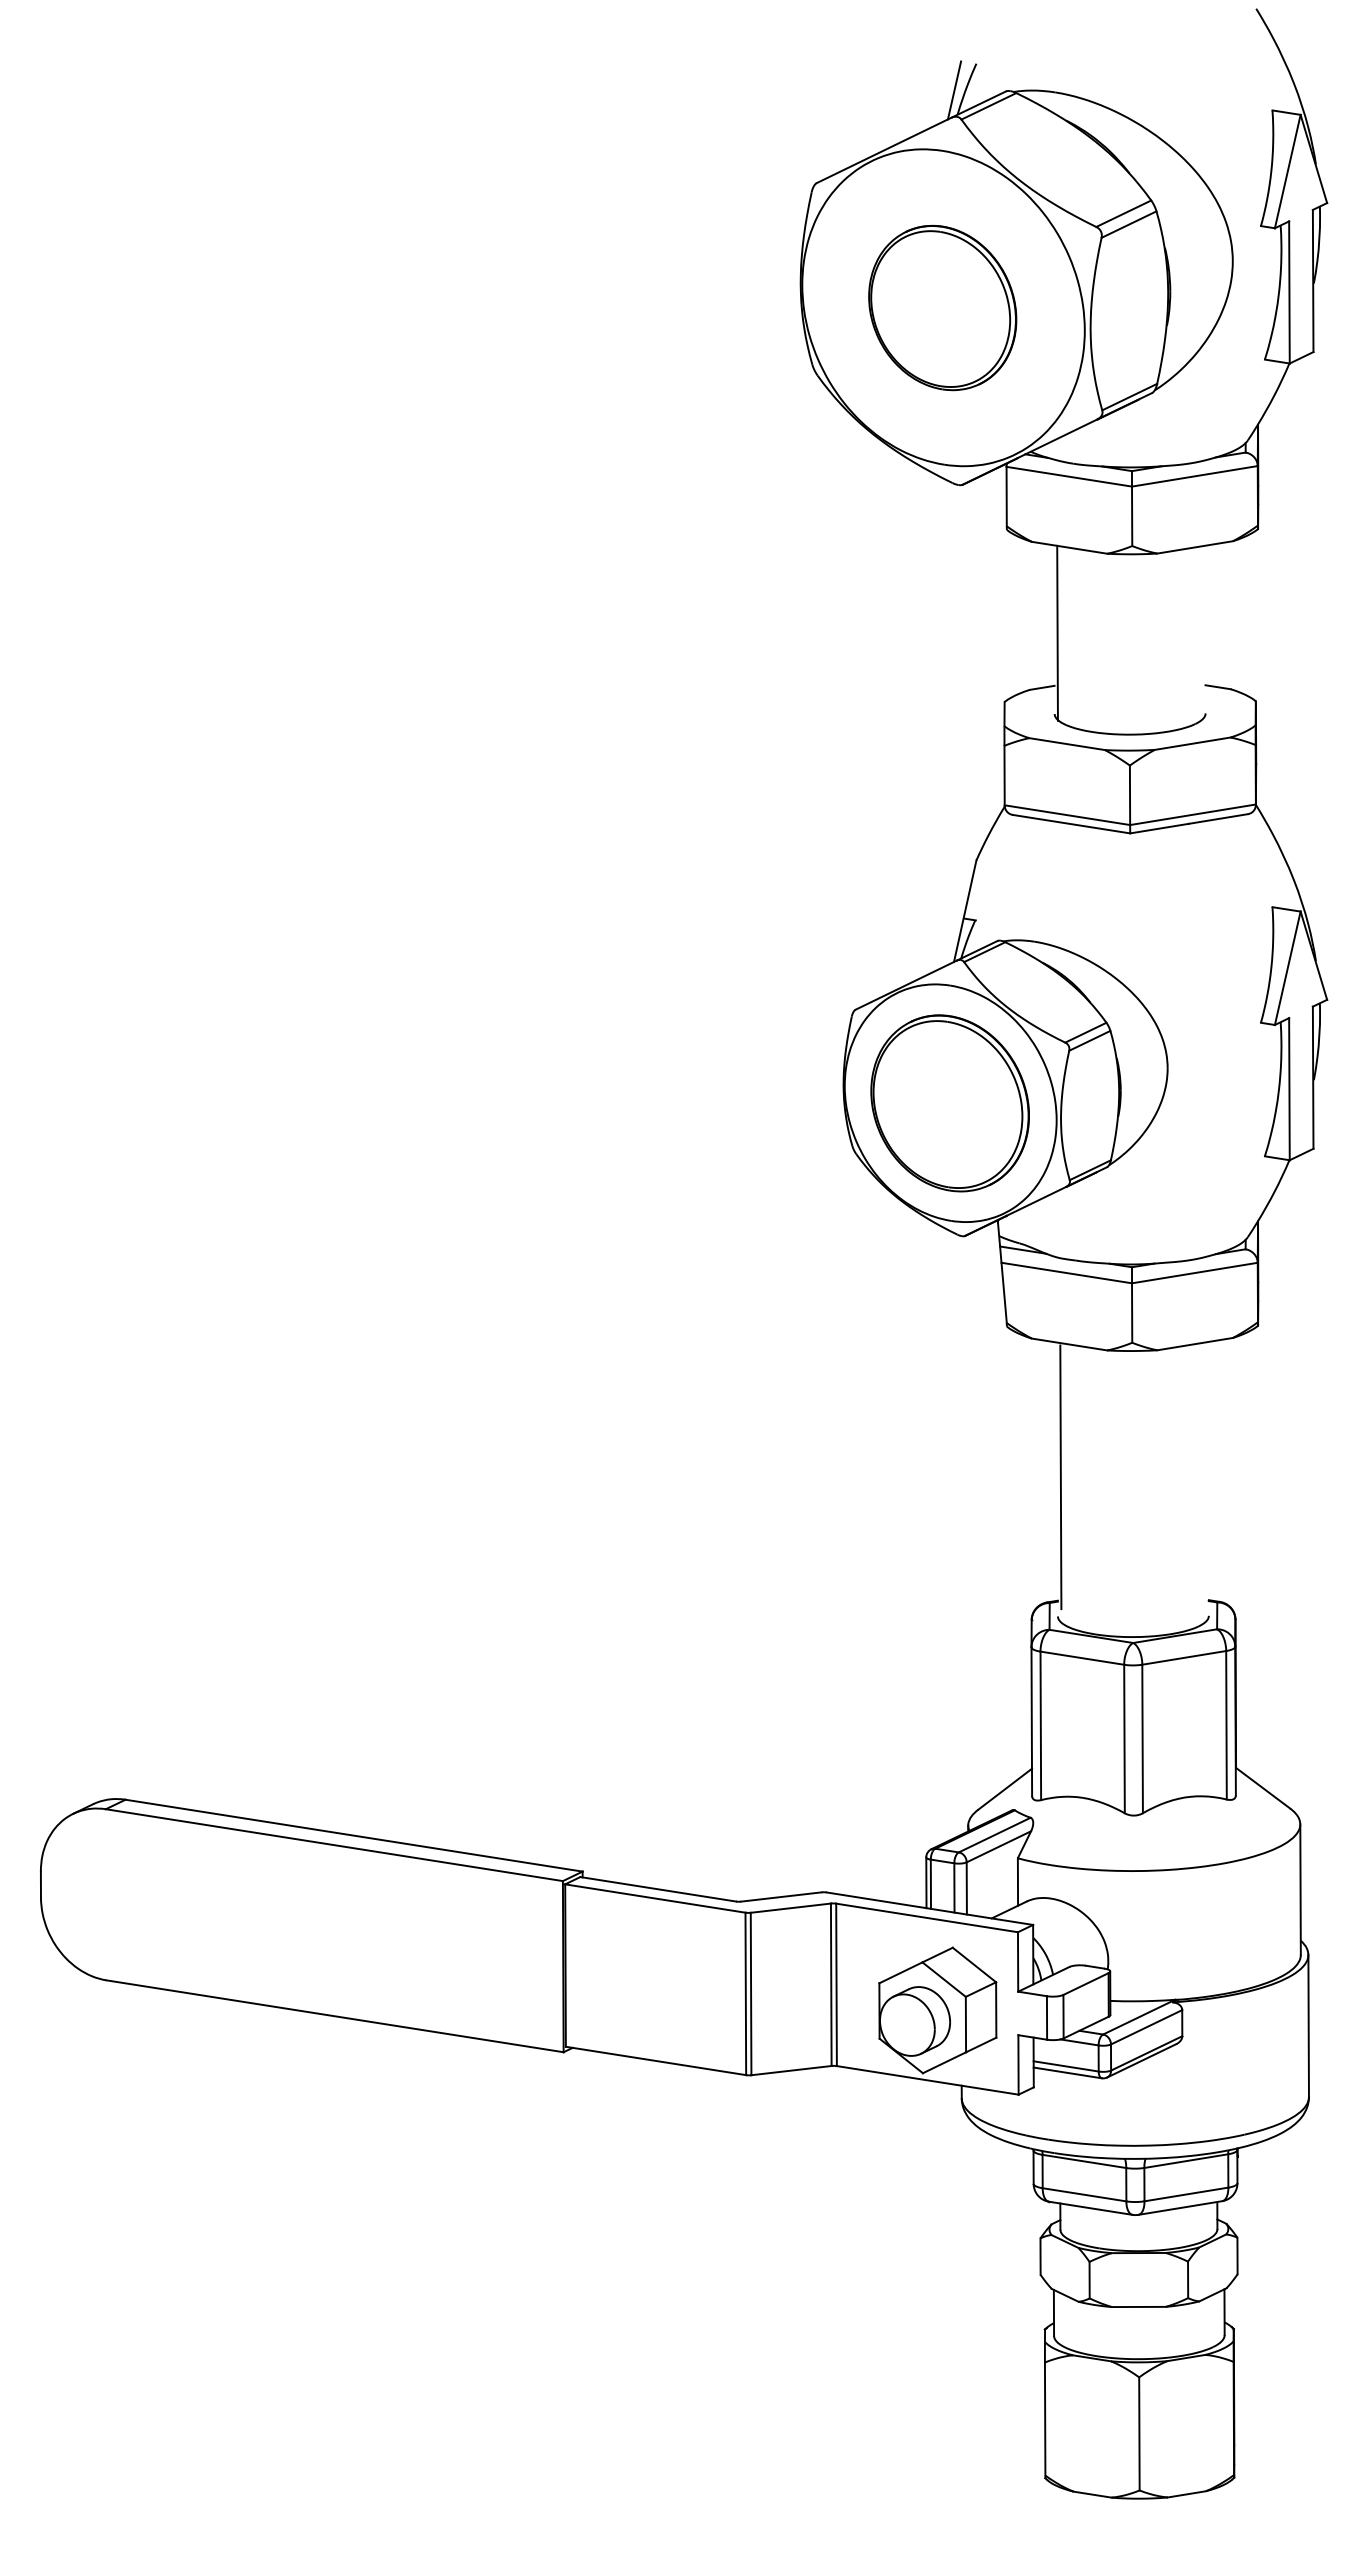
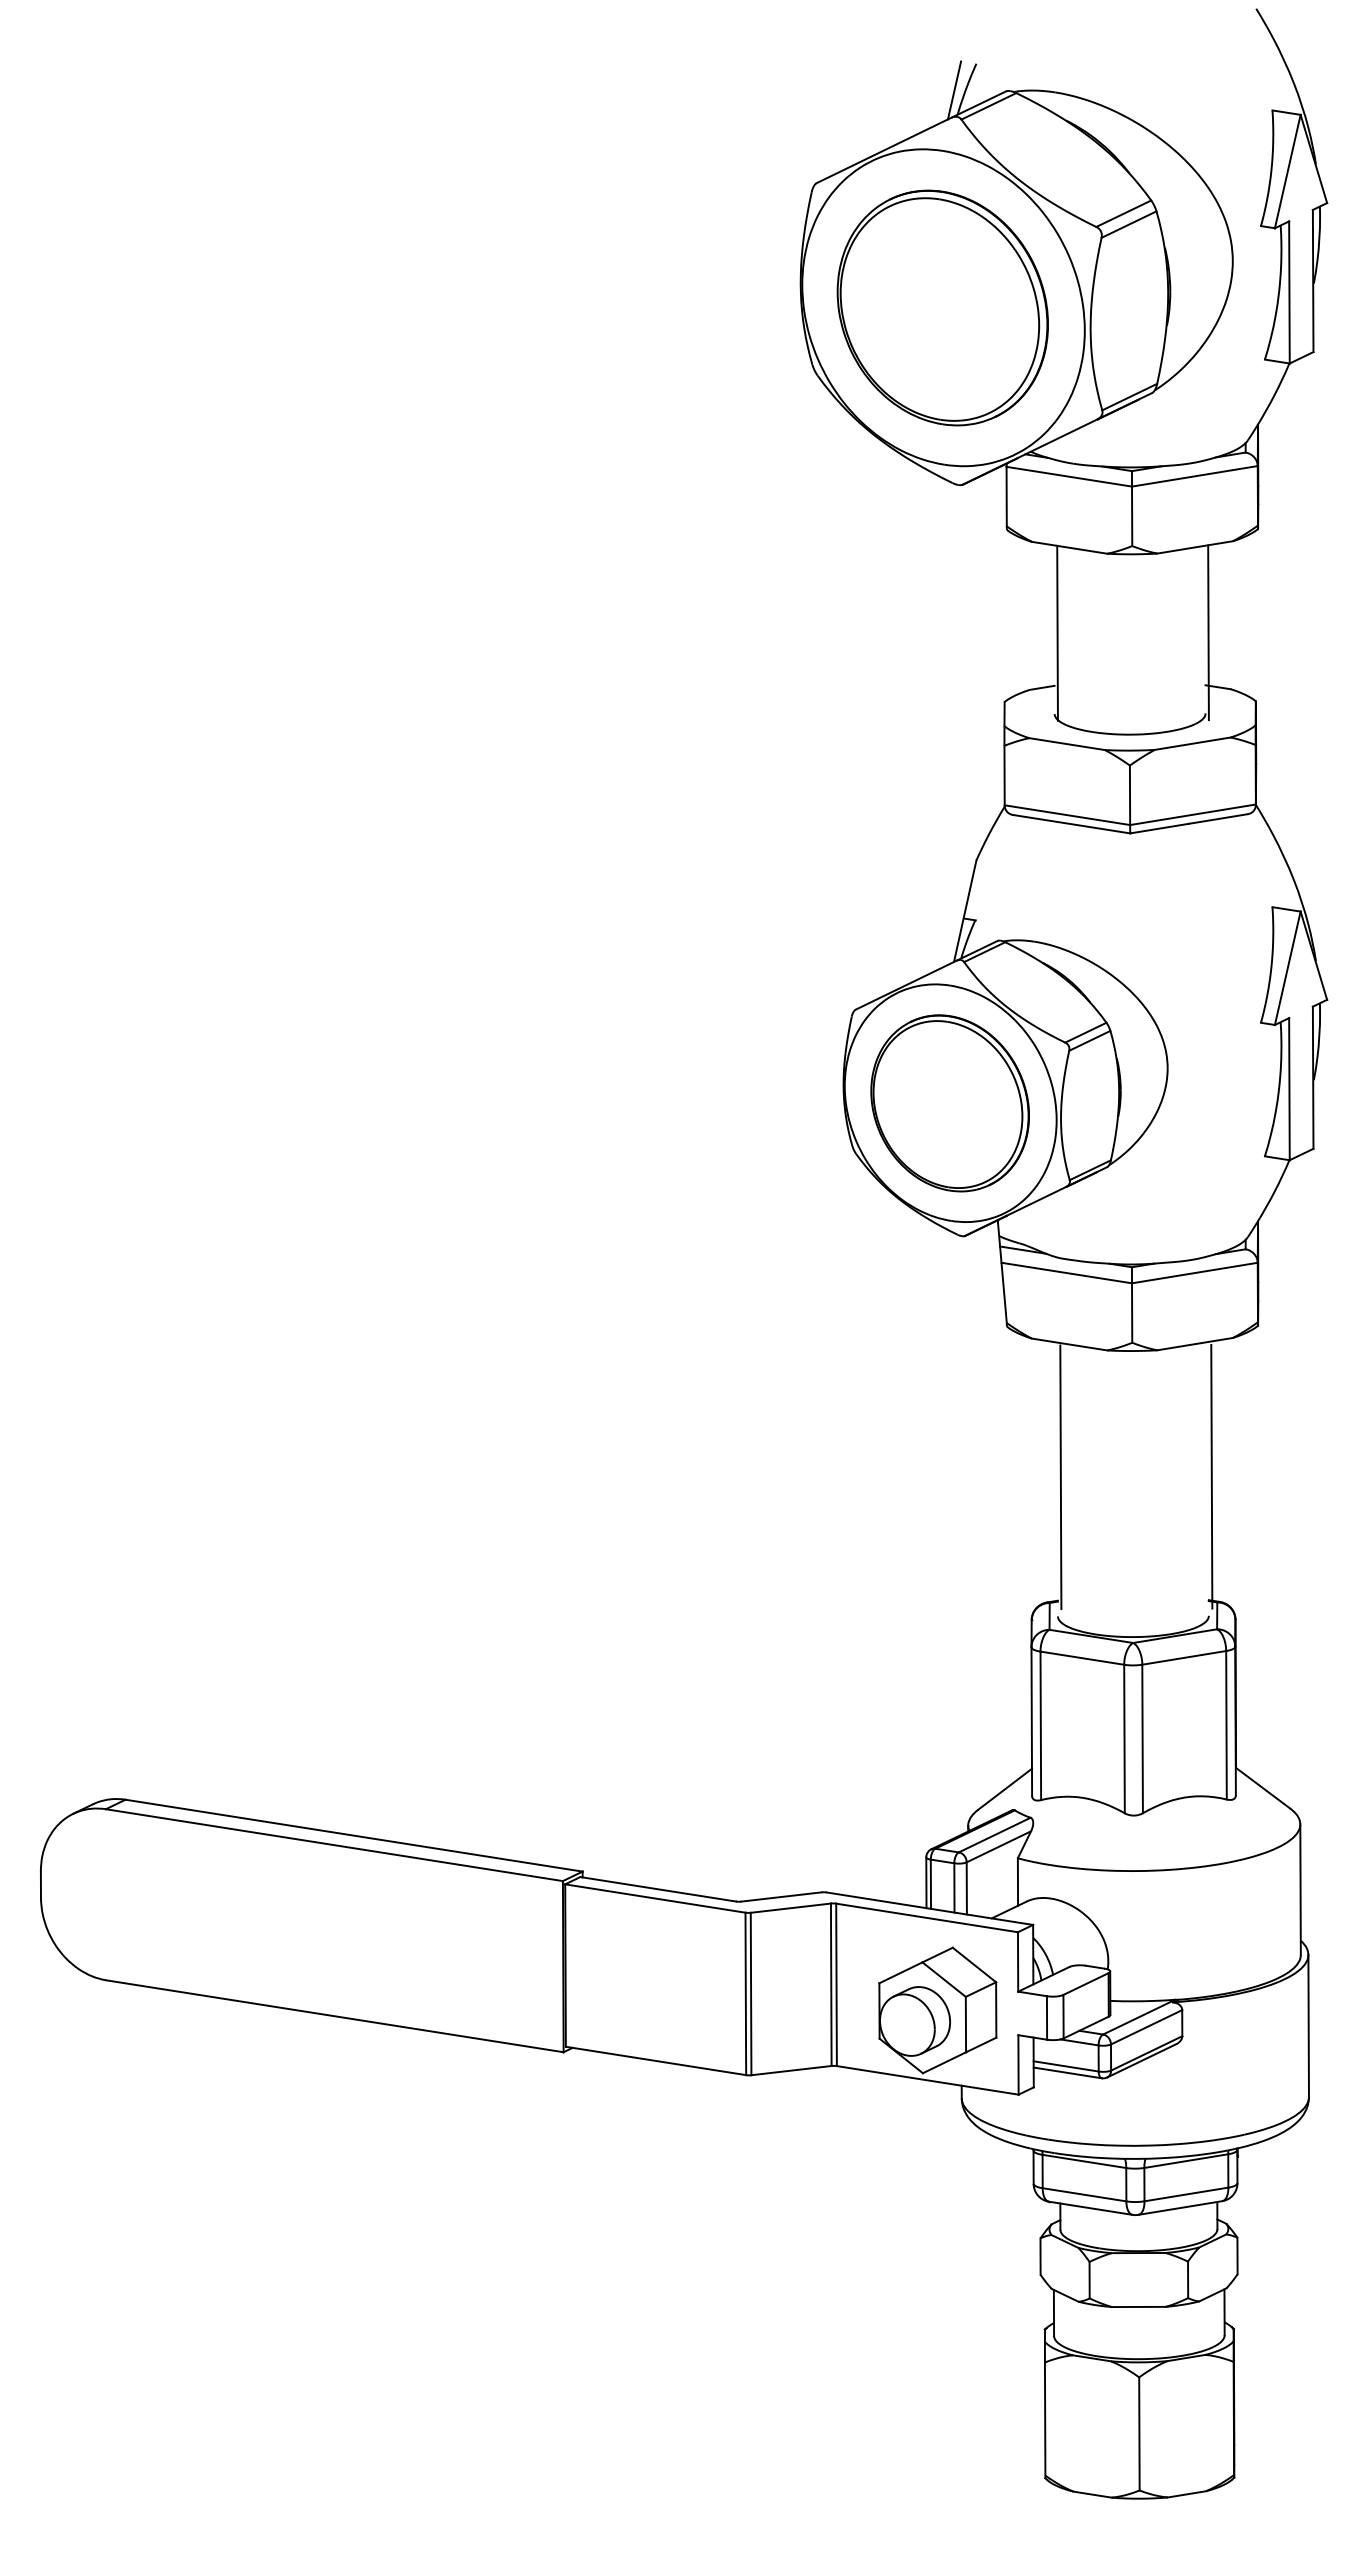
part at (942, 307) size: 150x168 px -> 213x238 px
line at (1208, 632): none -> present
line at (1211, 1476): none -> present
